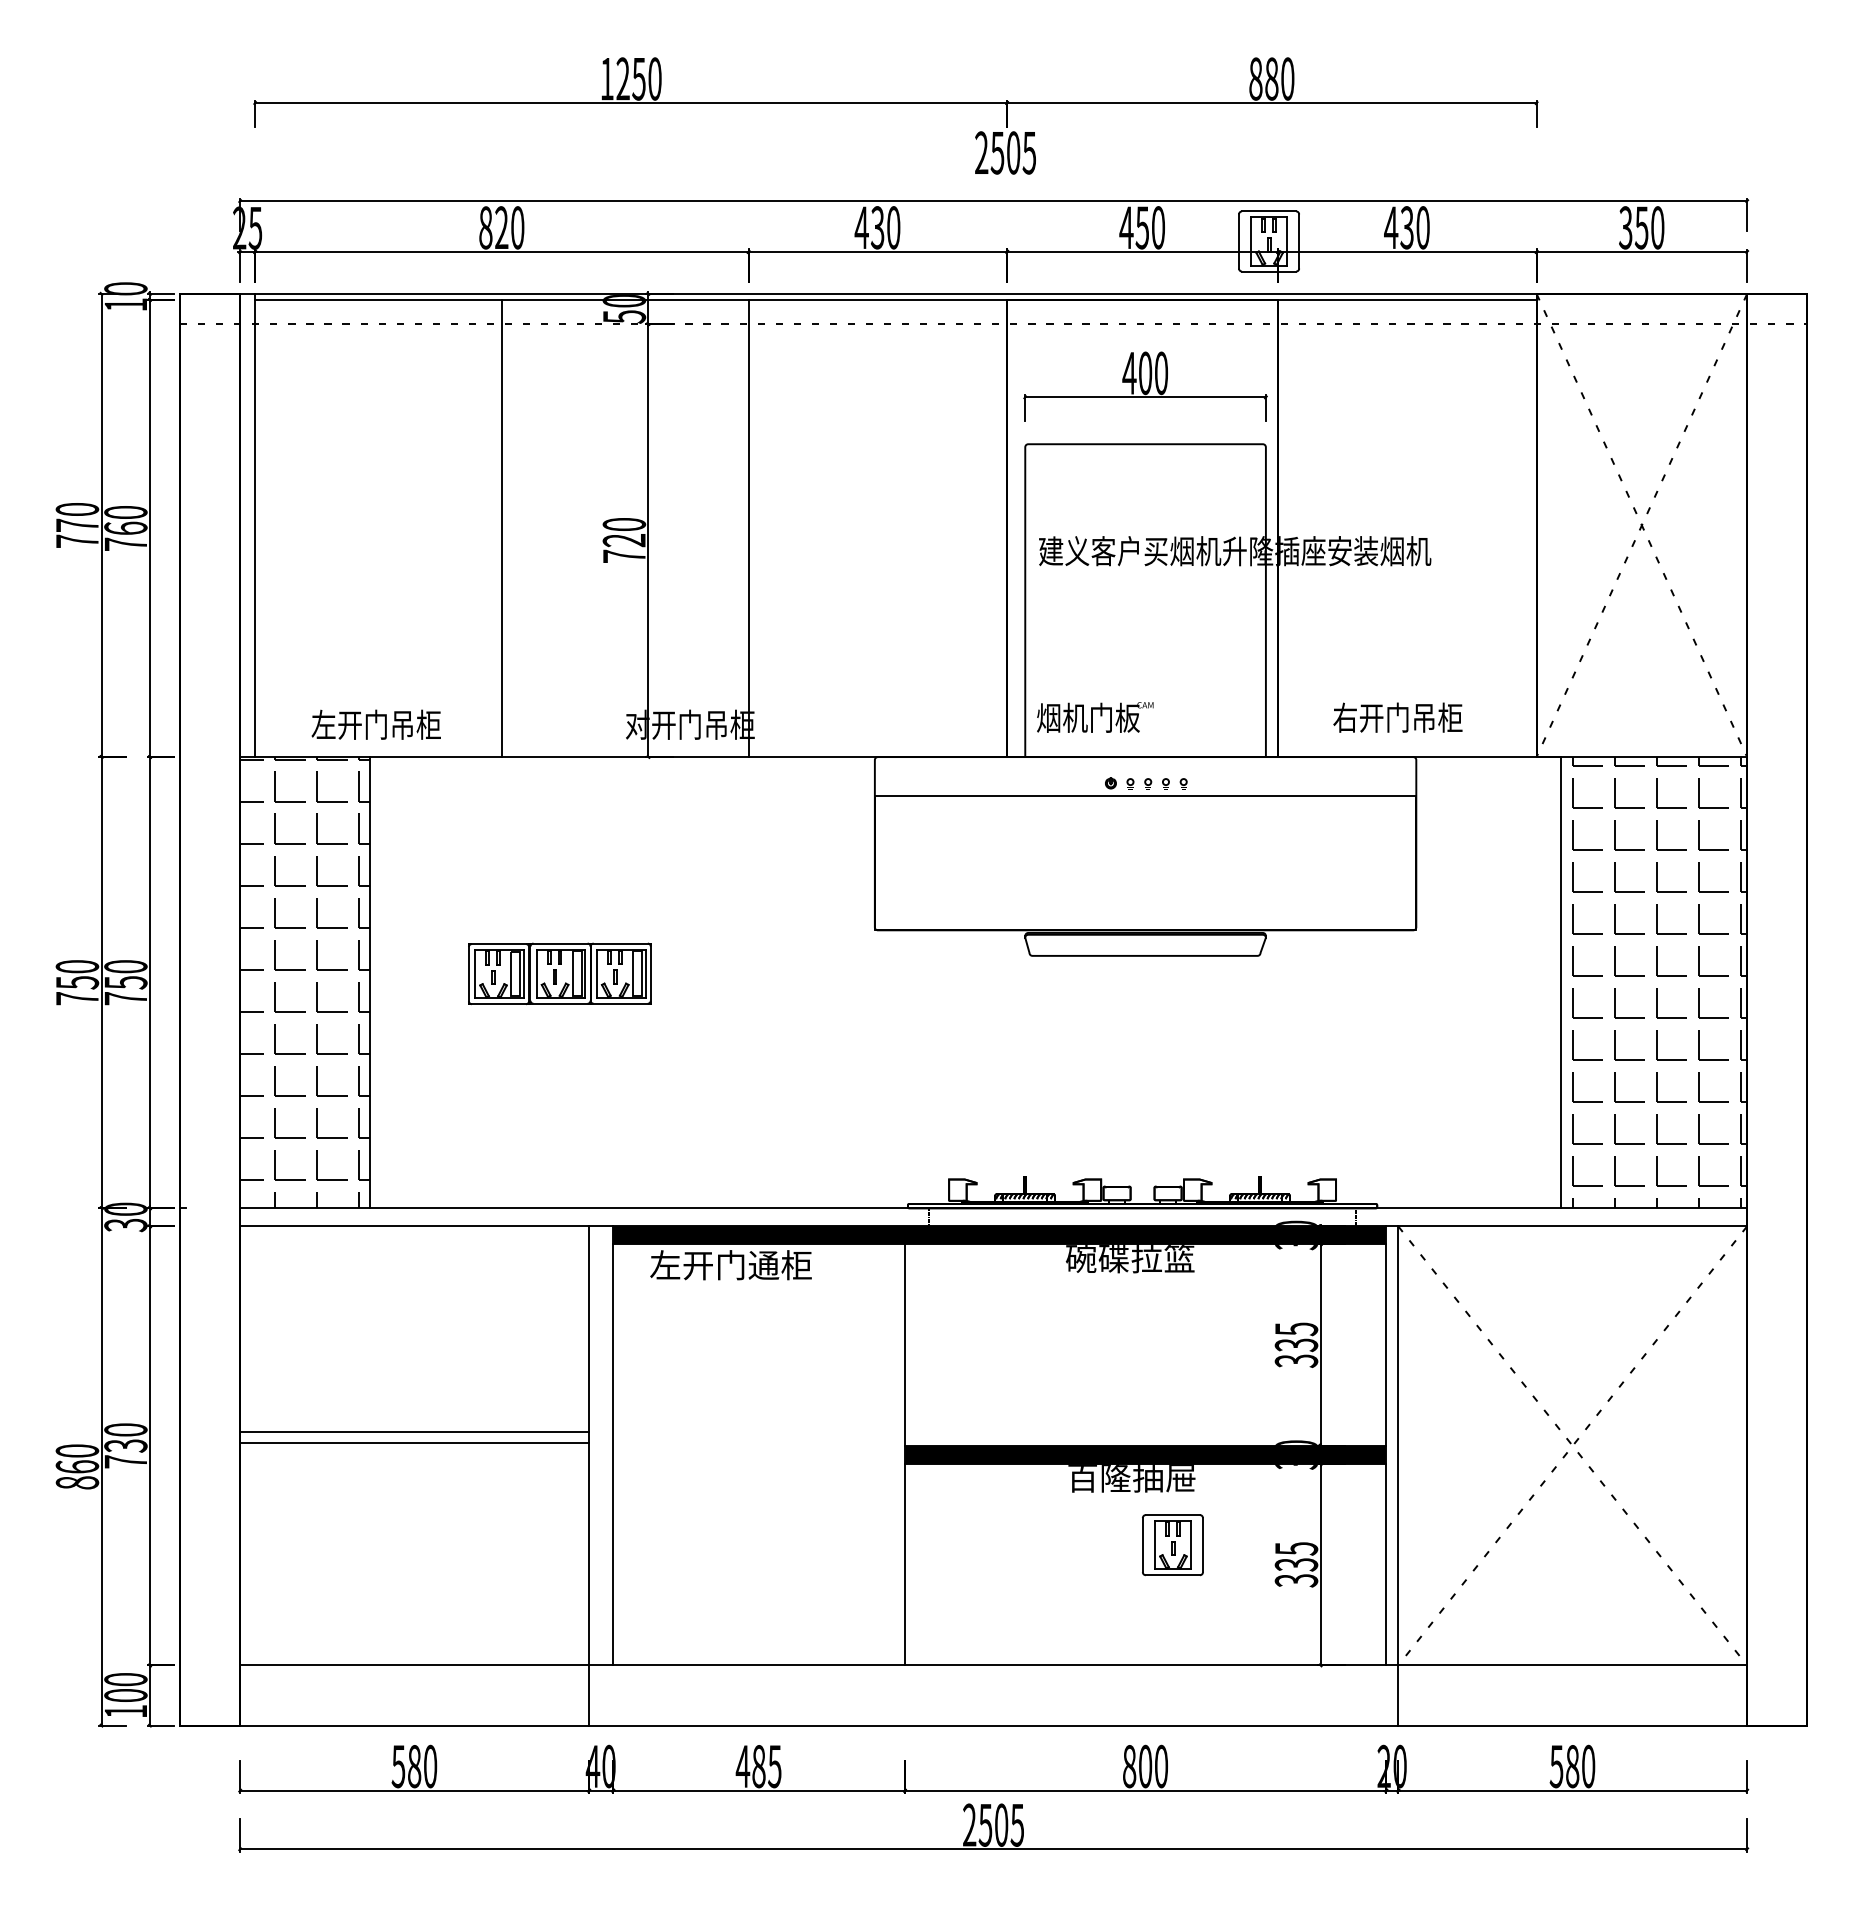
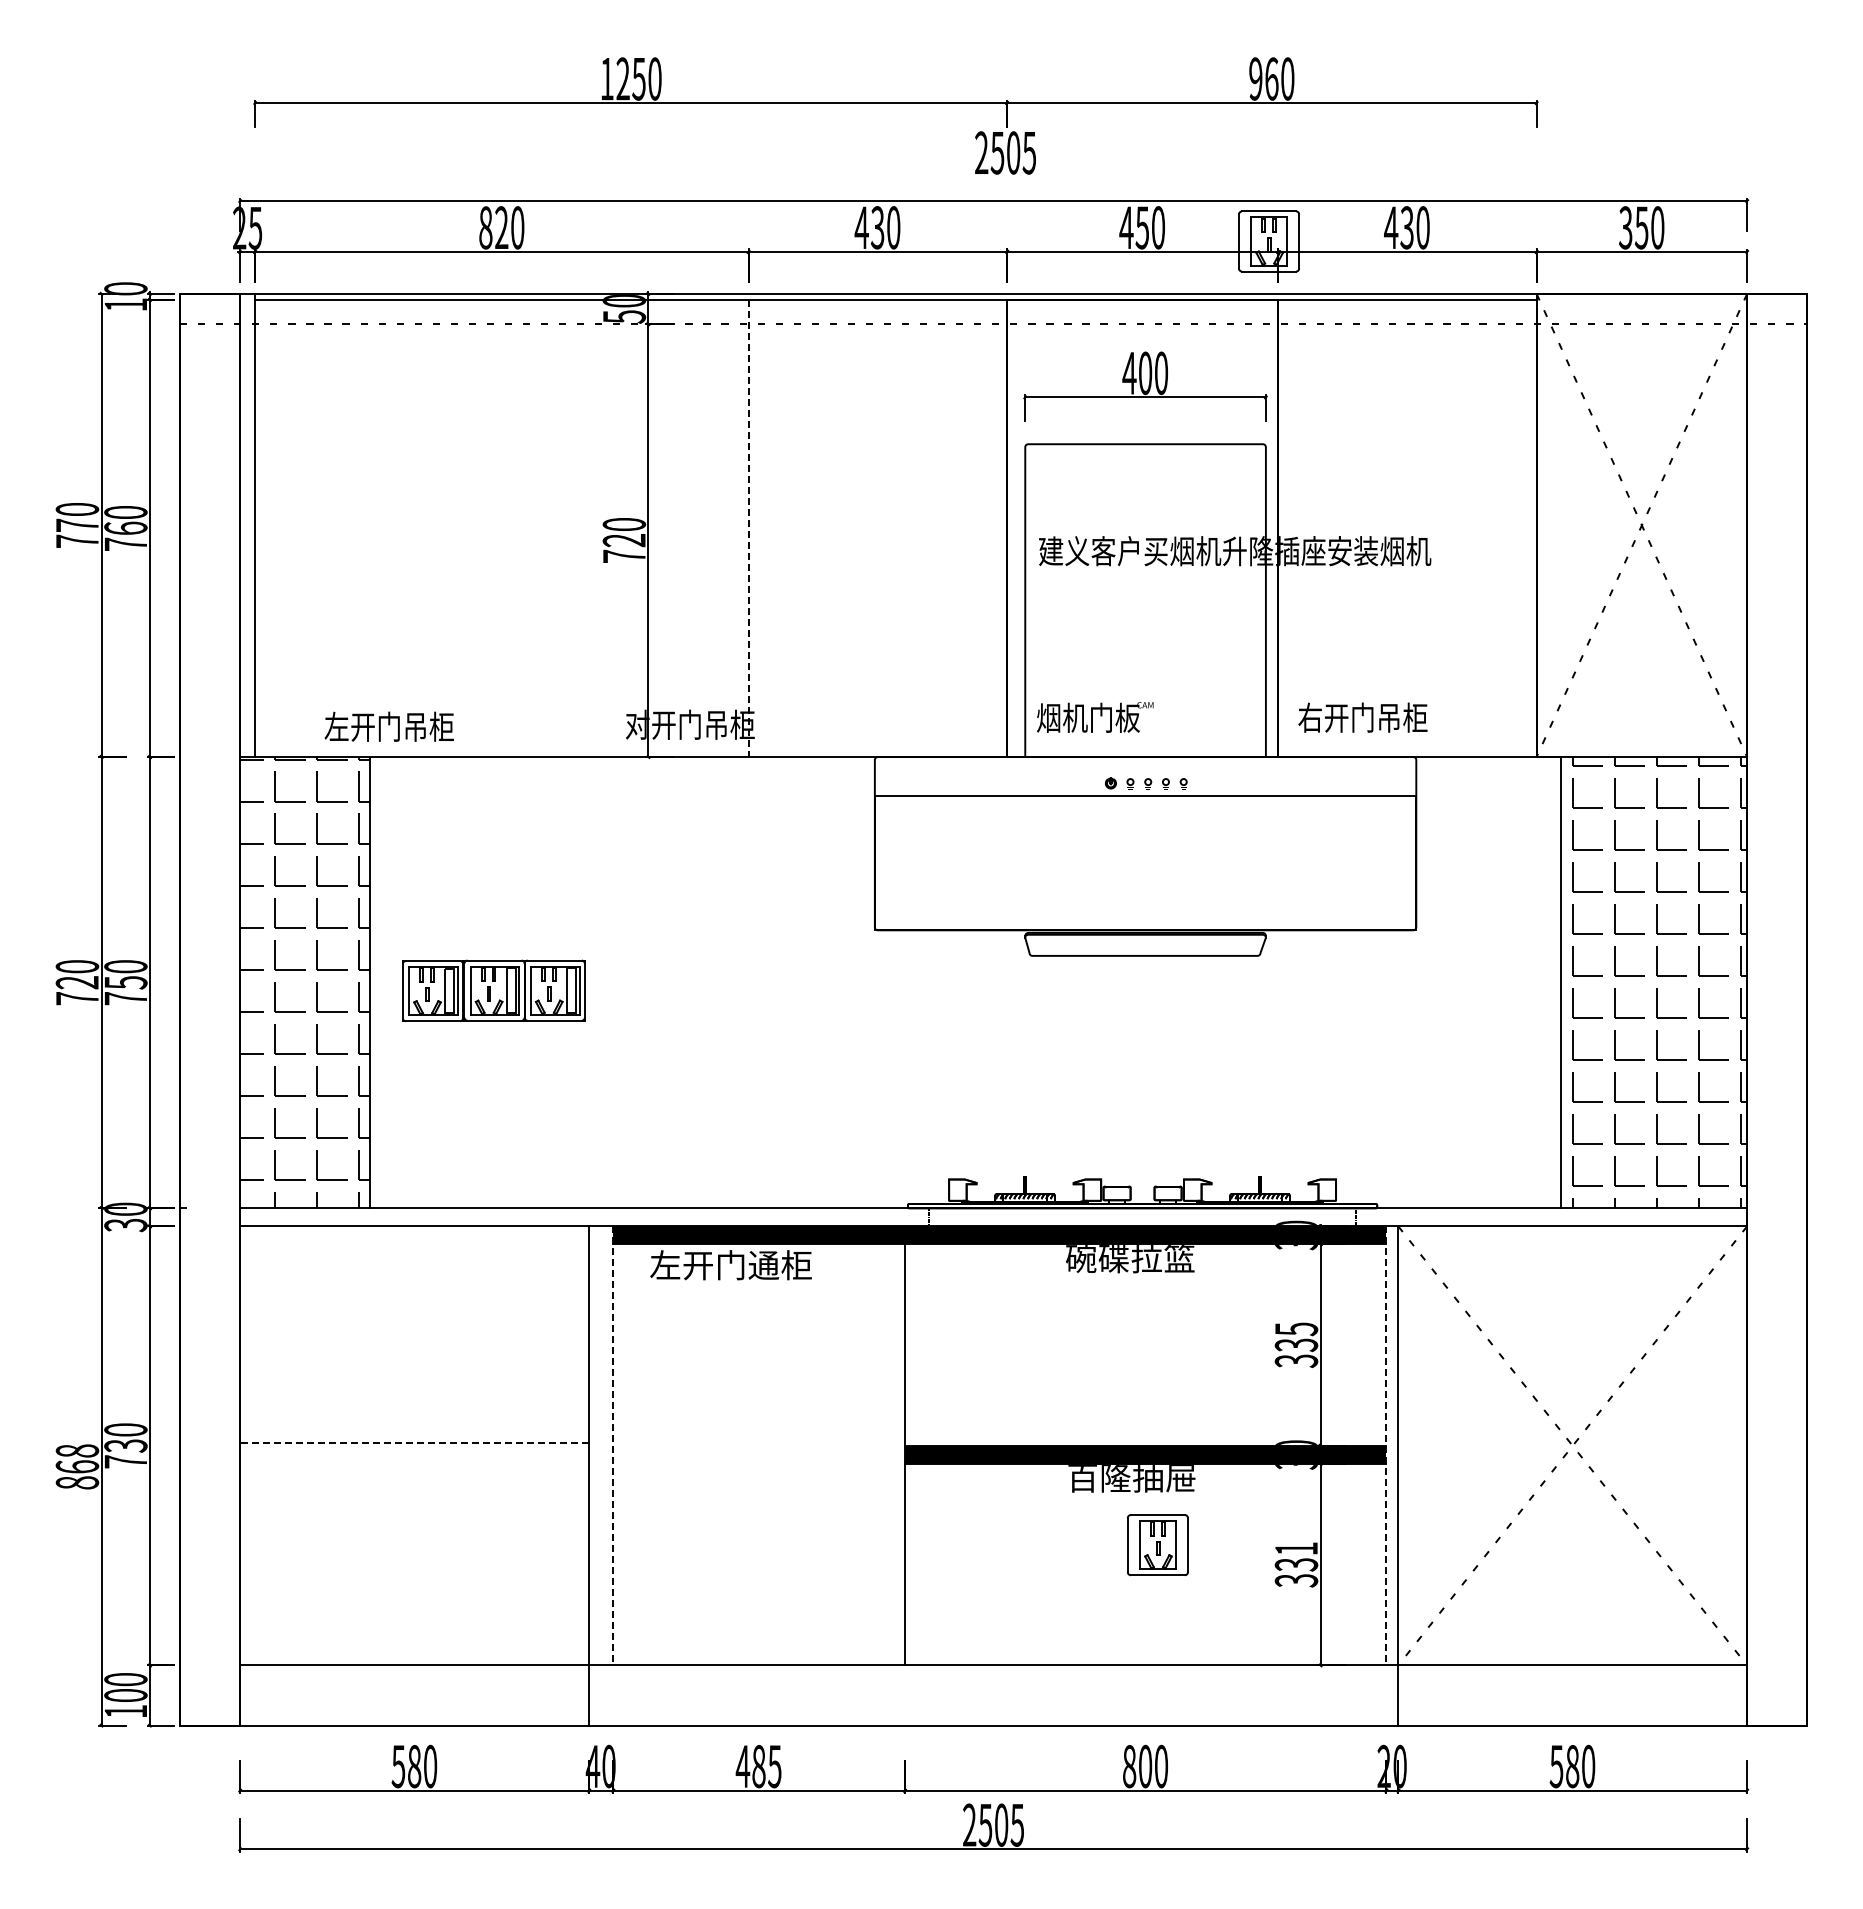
text at (1263, 78): 880 -> 960
line at (501, 528): present -> none
line at (748, 528): solid -> dashed
text at (1397, 717) position: (1397, 717) -> (1362, 717)
text at (375, 724) position: (375, 724) -> (388, 726)
part at (559, 973) position: (559, 973) -> (493, 990)
text at (77, 982): 750 -> 720
line at (414, 1432): present -> none
line at (414, 1442): solid -> dashed
line at (613, 1445): solid -> dashed
line at (1386, 1445): solid -> dashed
text at (76, 1450): 860 -> 868
part at (1172, 1545) position: (1172, 1545) -> (1157, 1545)
text at (1296, 1548): 335 -> 331
